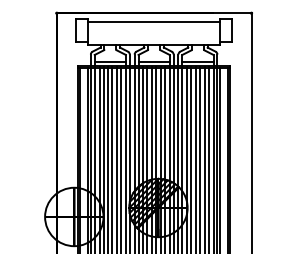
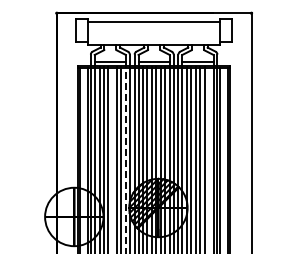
line at (112, 158): present -> none
line at (208, 158): present -> none
line at (125, 160): solid -> dashed
